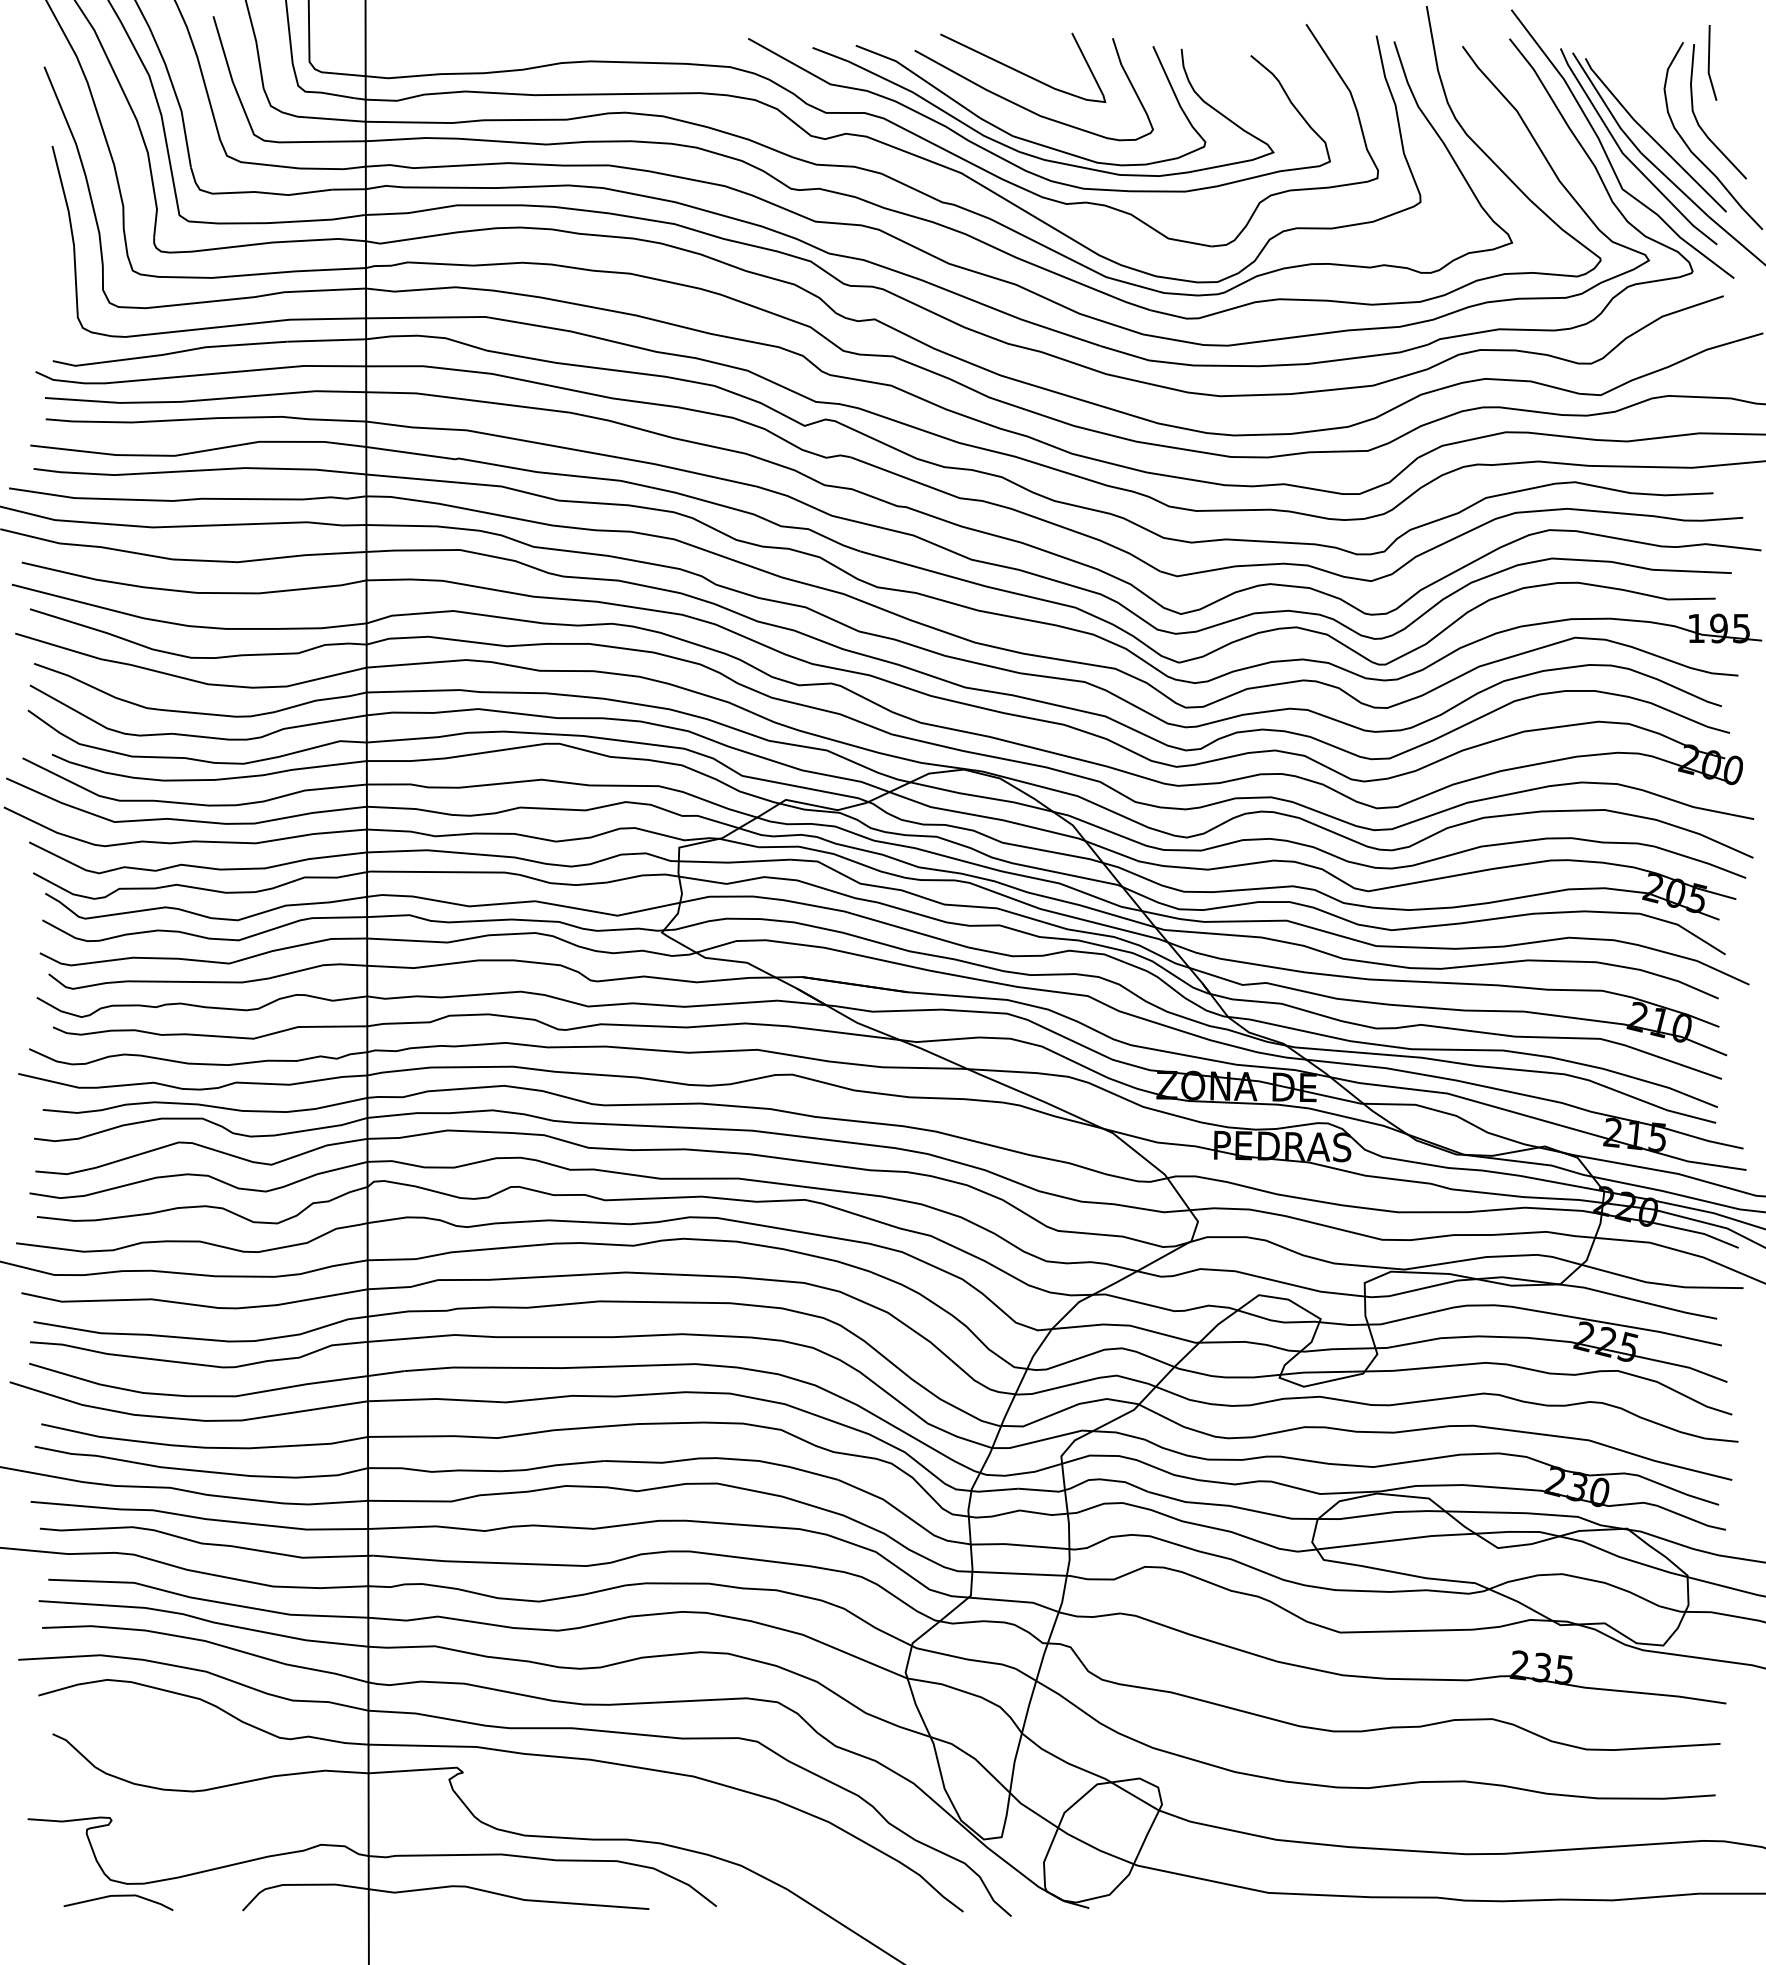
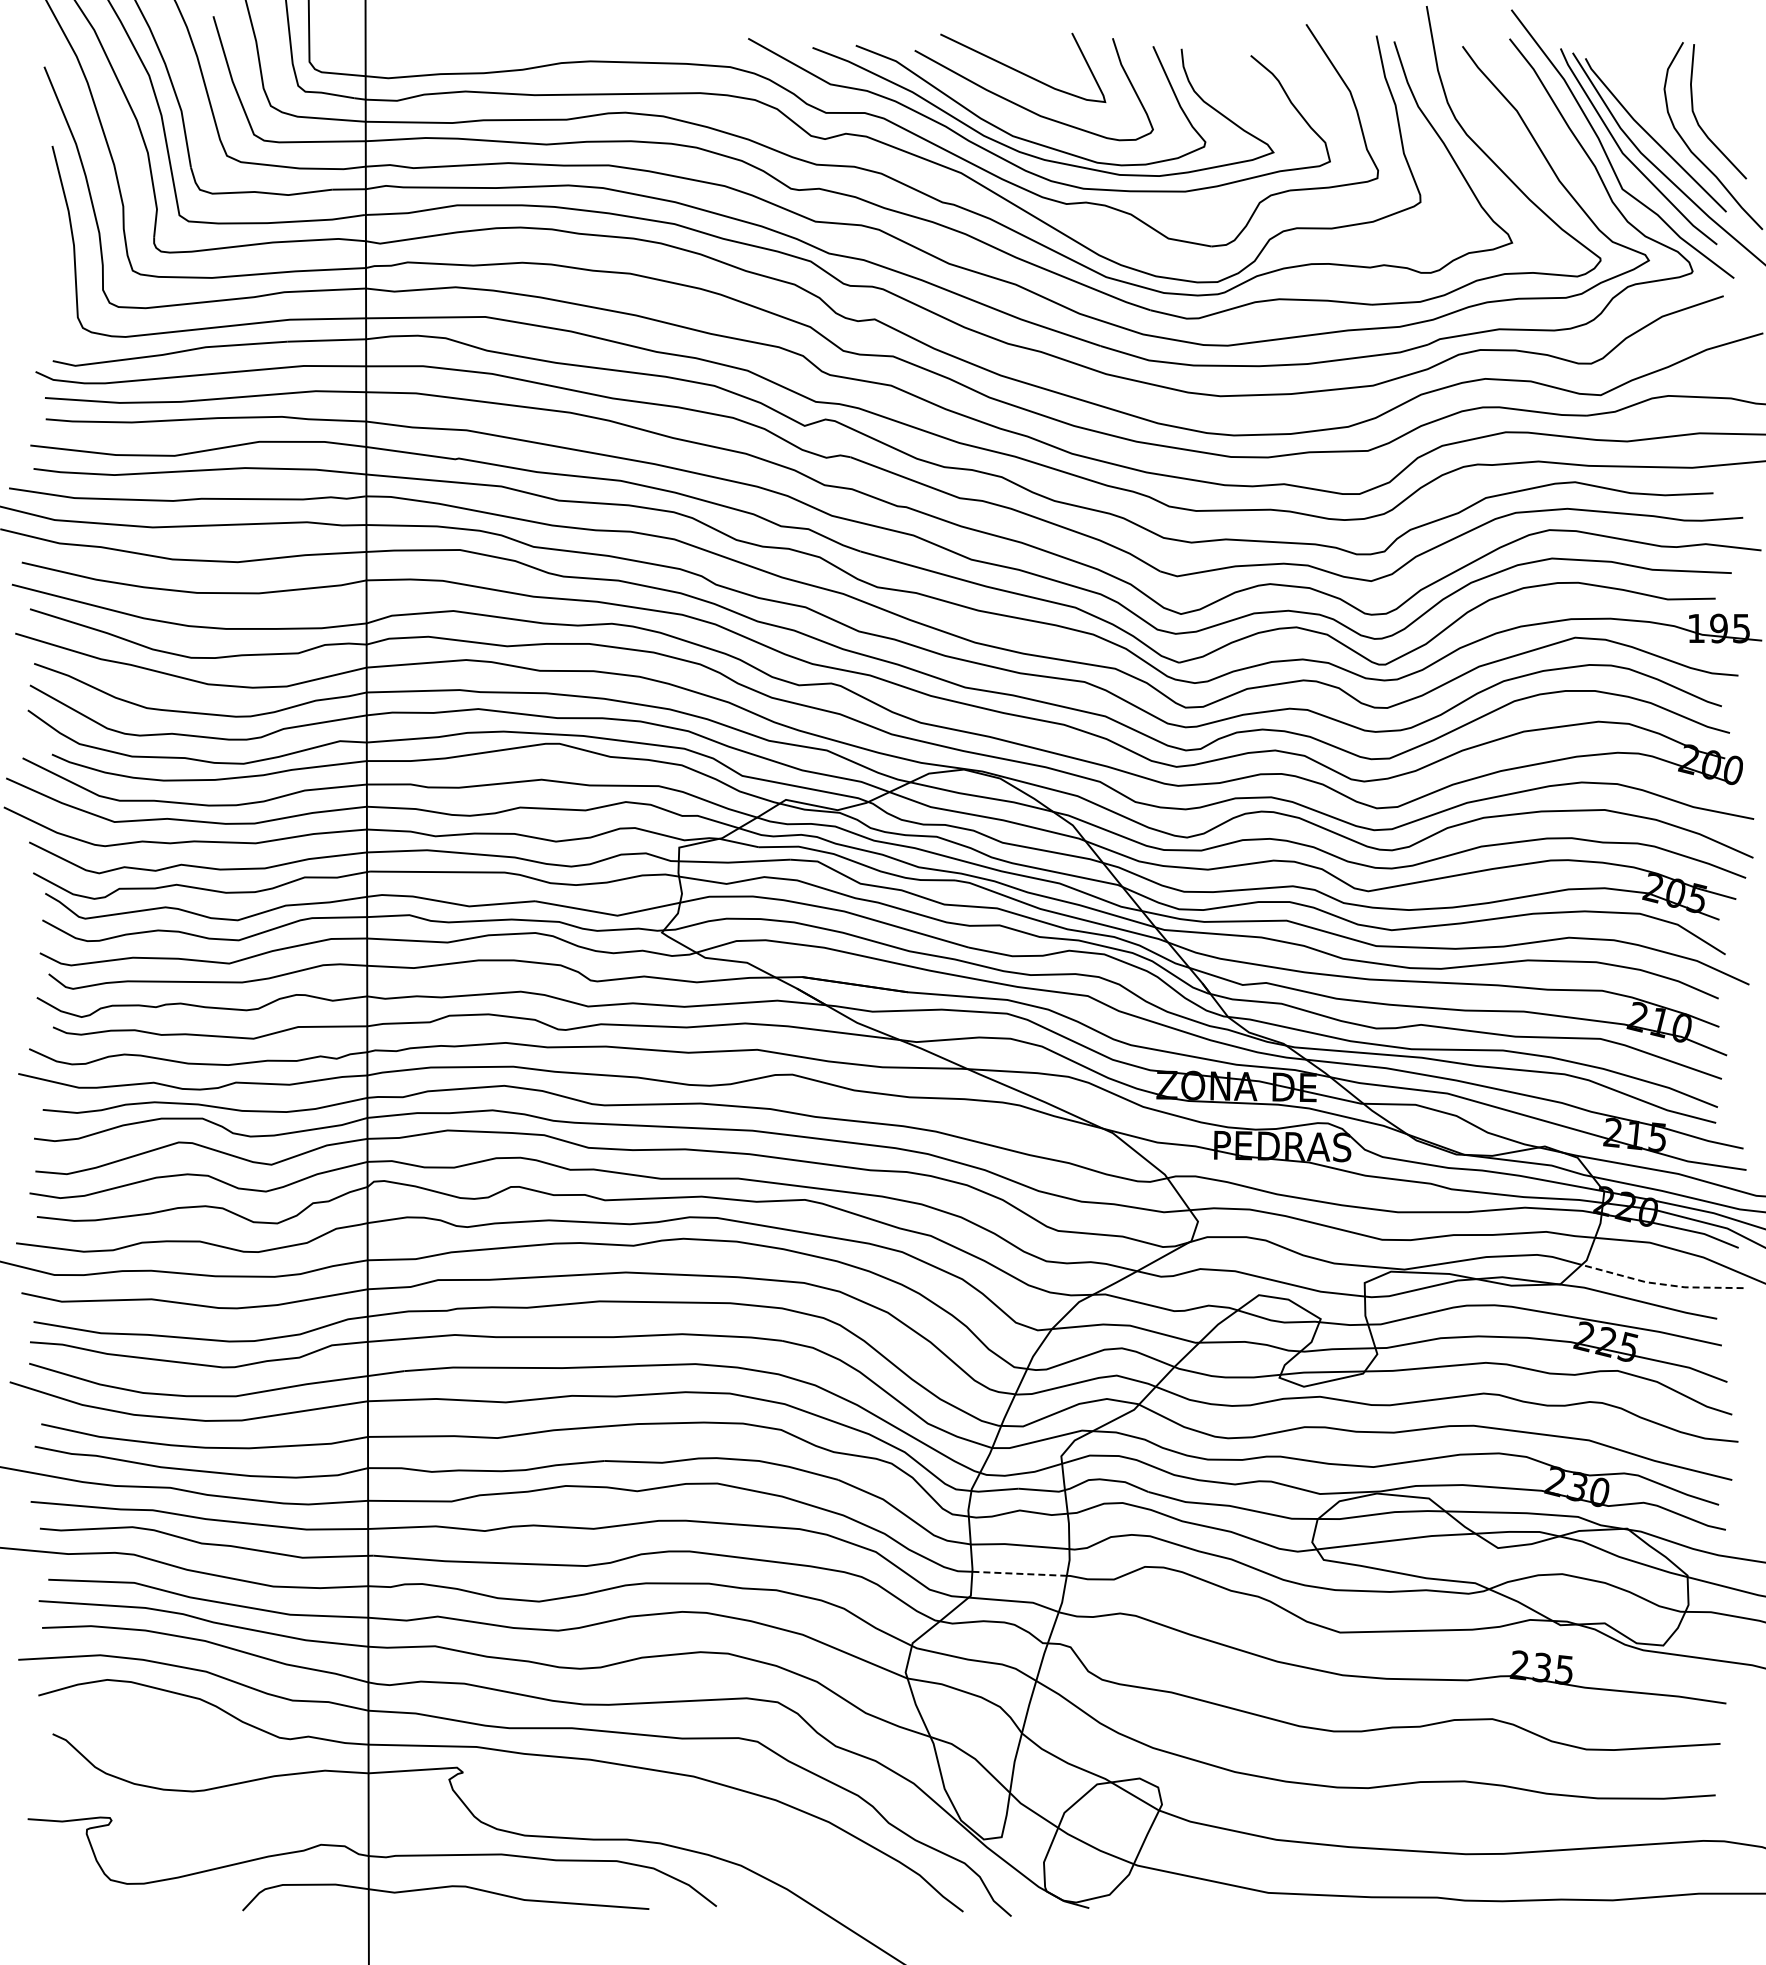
line at (1709, 62): present -> none
line at (1661, 1284): solid -> dashed
line at (1020, 1573): solid -> dashed
line at (118, 1896): present -> none
